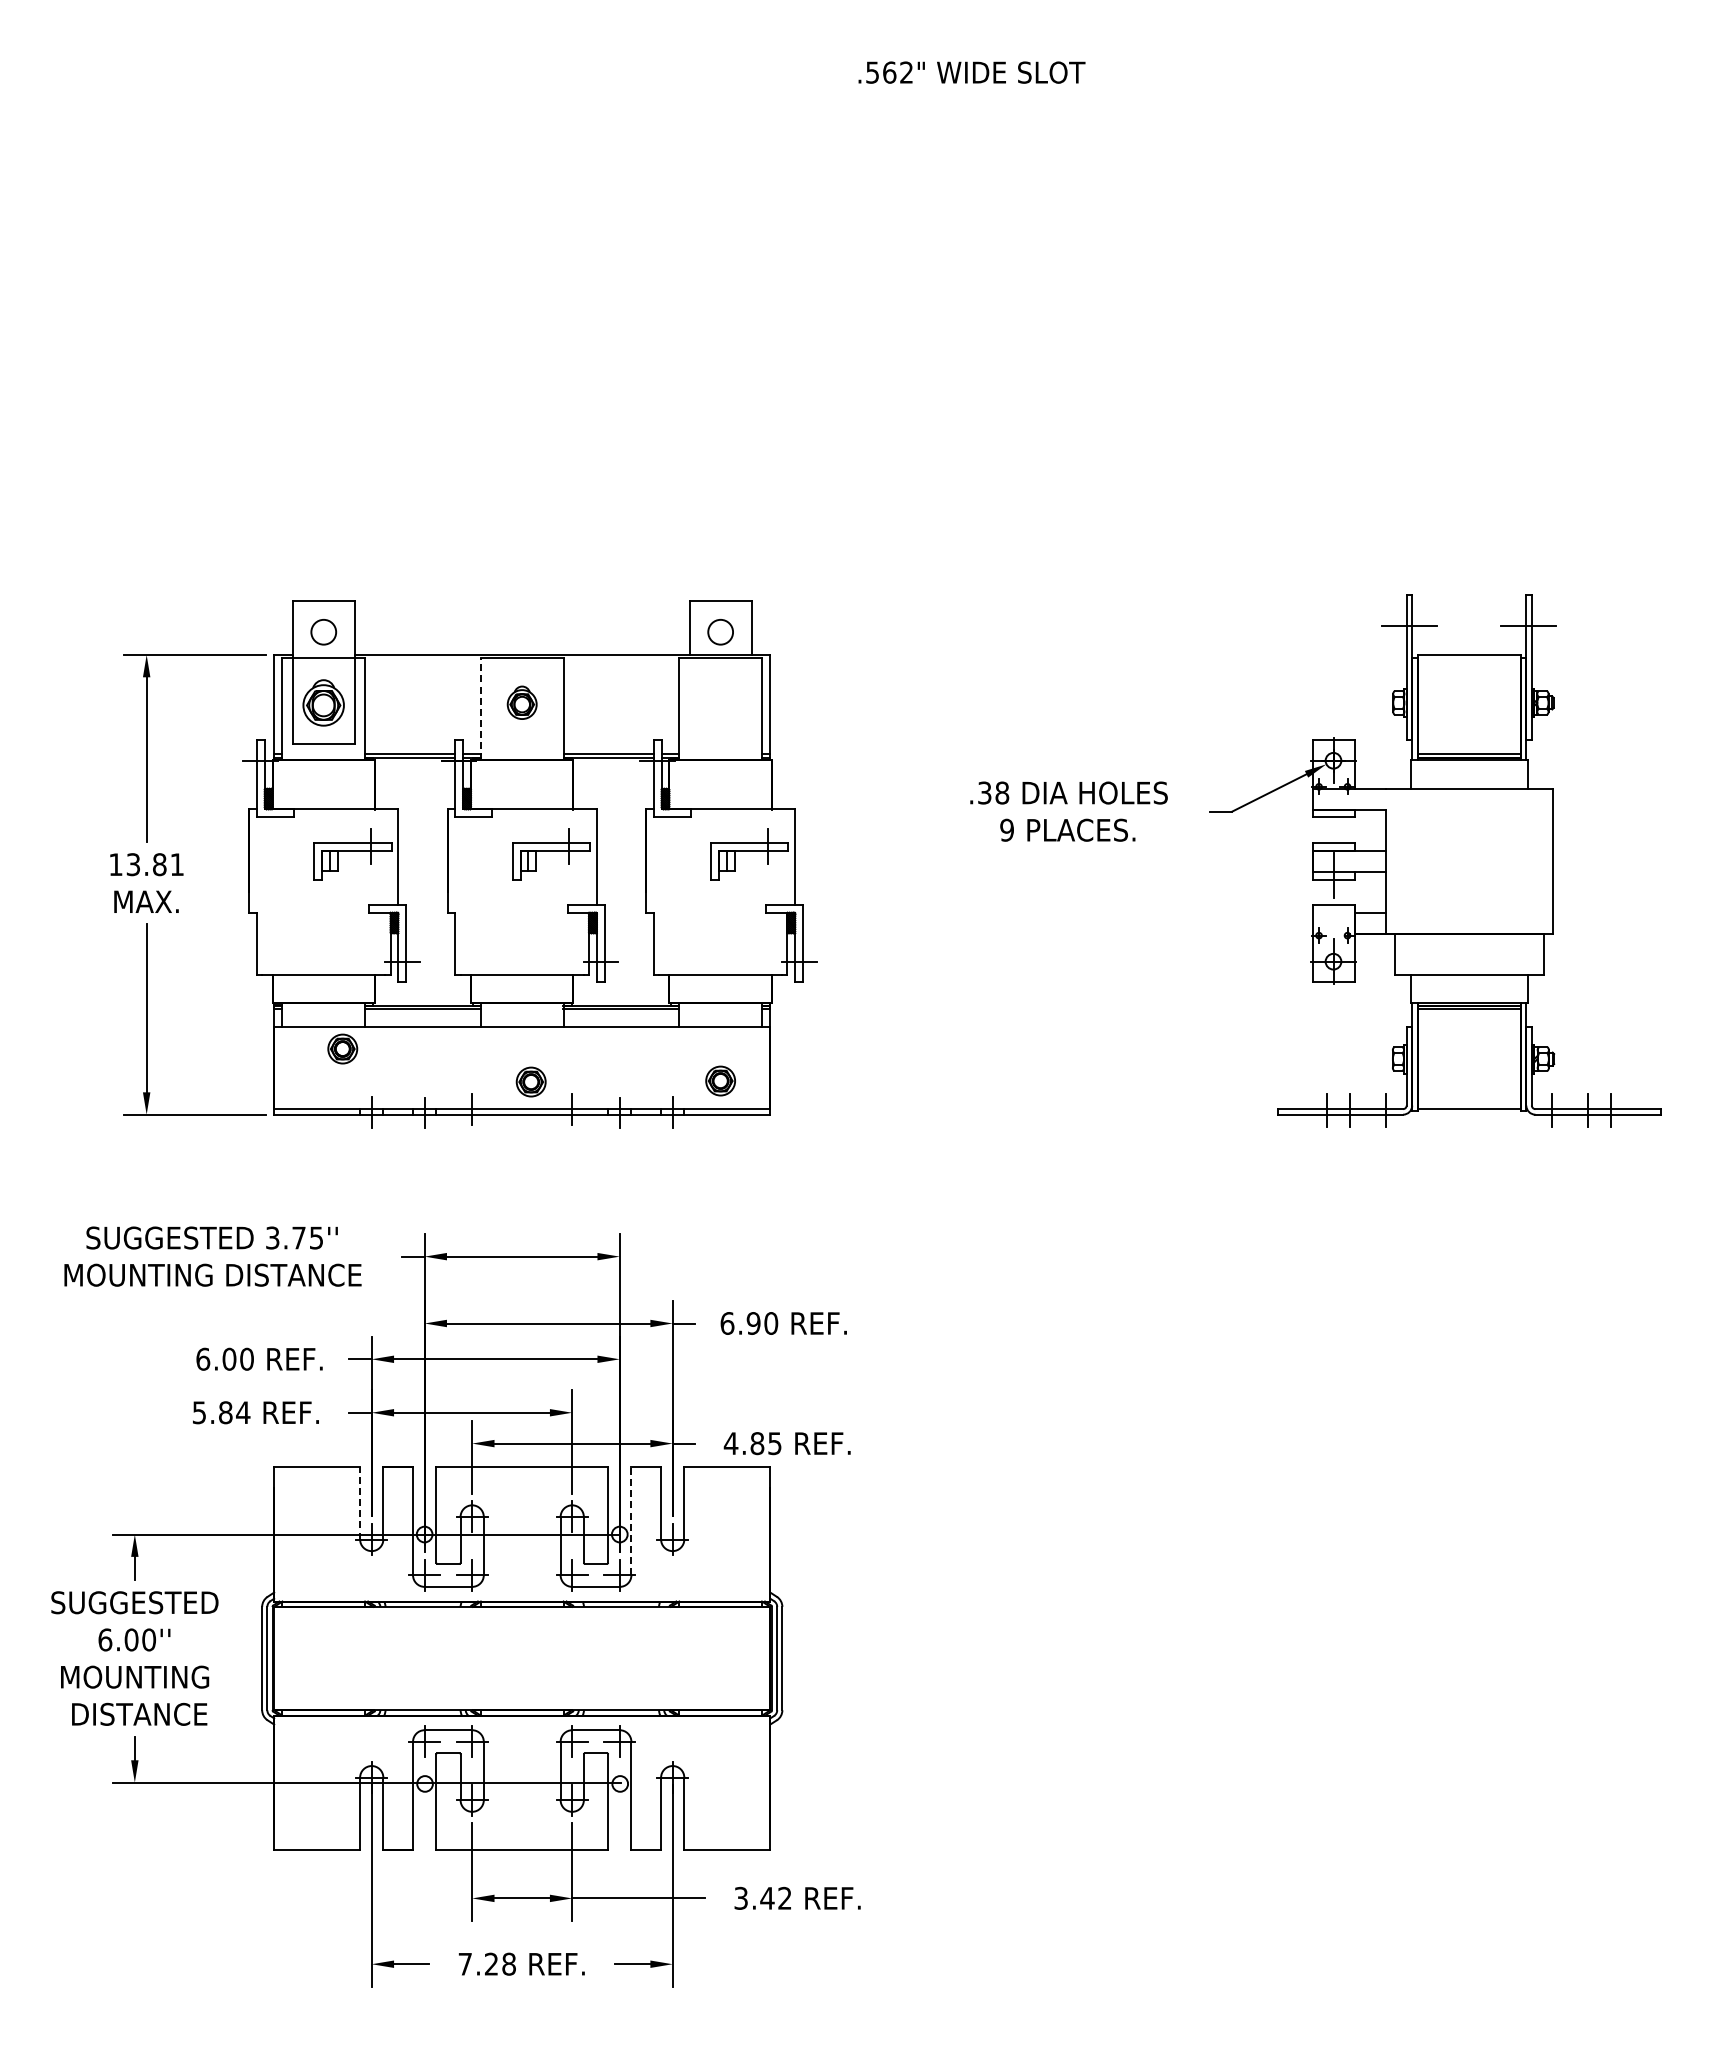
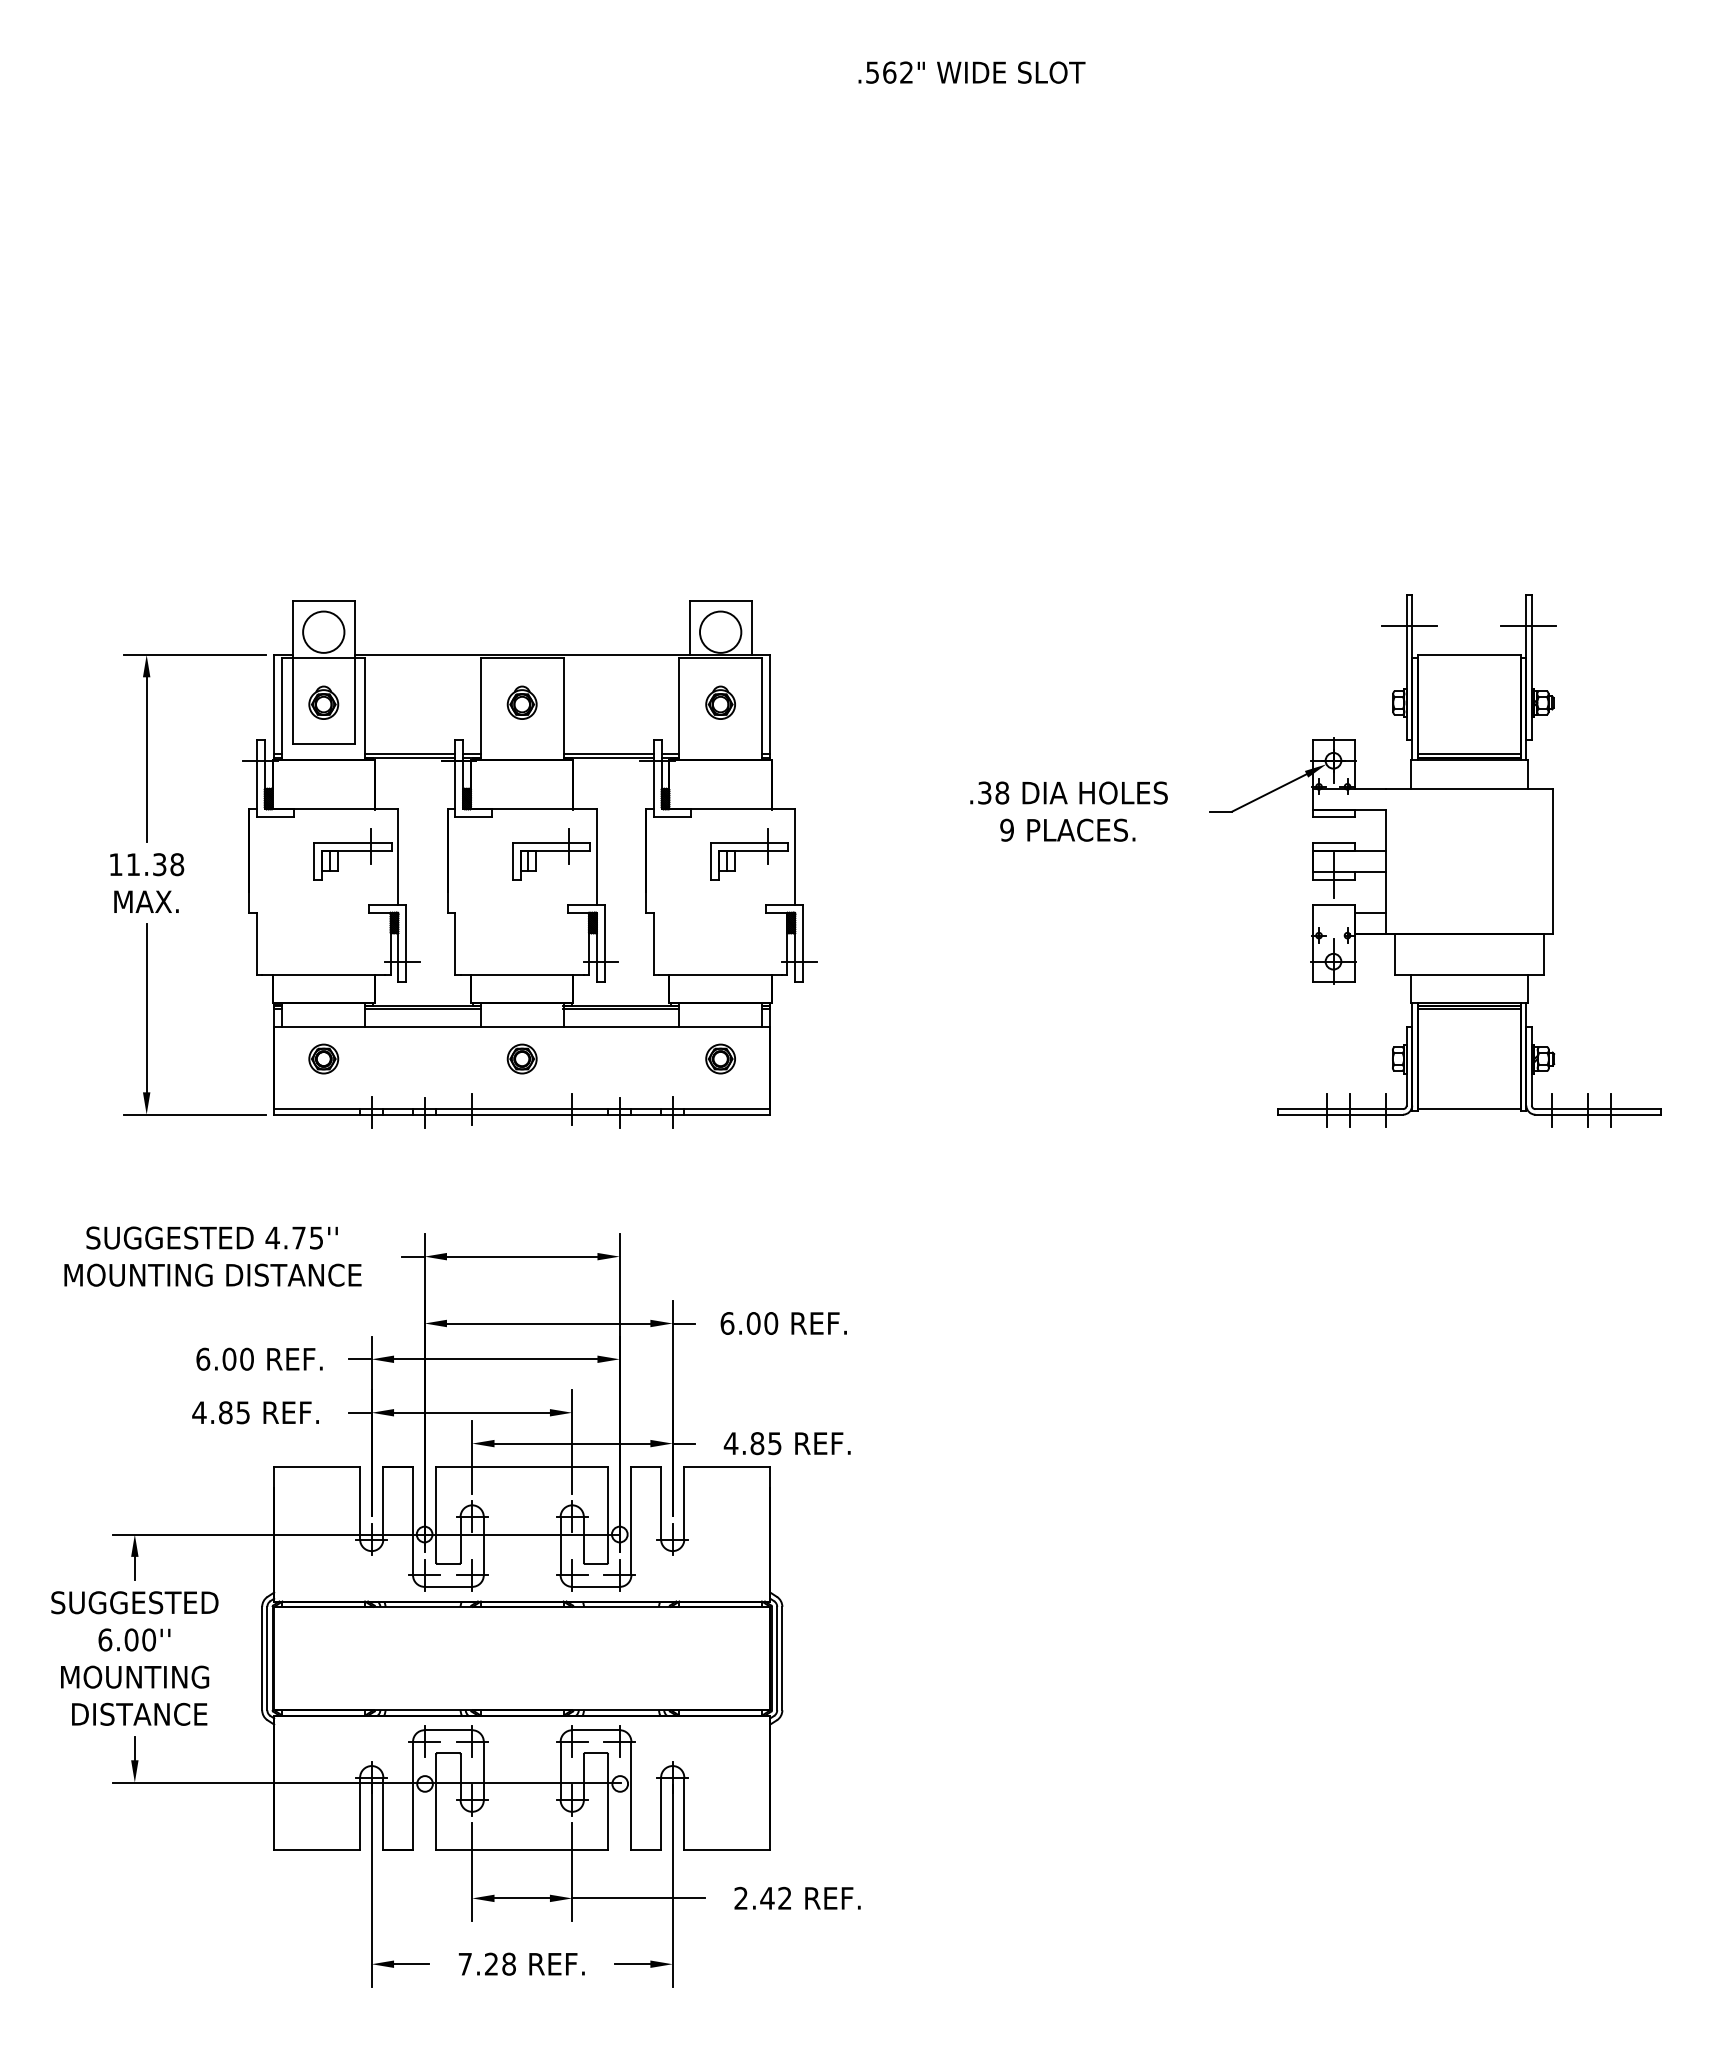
circle at (323, 631) diameter: 25 px -> 41 px
circle at (720, 631) diameter: 25 px -> 41 px
part at (323, 702) size: 43x48 px -> 32x35 px
part at (720, 702): none -> present
line at (480, 709): dashed -> solid
text at (155, 864): 13.81 -> 11.38
part at (342, 1048) position: (342, 1048) -> (323, 1058)
part at (720, 1080) position: (720, 1080) -> (720, 1058)
part at (530, 1081) position: (530, 1081) -> (521, 1058)
text at (272, 1237): 3.75'' -> 4.75''
text at (753, 1323): 6.90 -> 6.00
text at (221, 1412): 5.84 -> 4.85
line at (360, 1502): dashed -> solid
line at (631, 1520): dashed -> solid
text at (740, 1898): 3.42 -> 2.42
